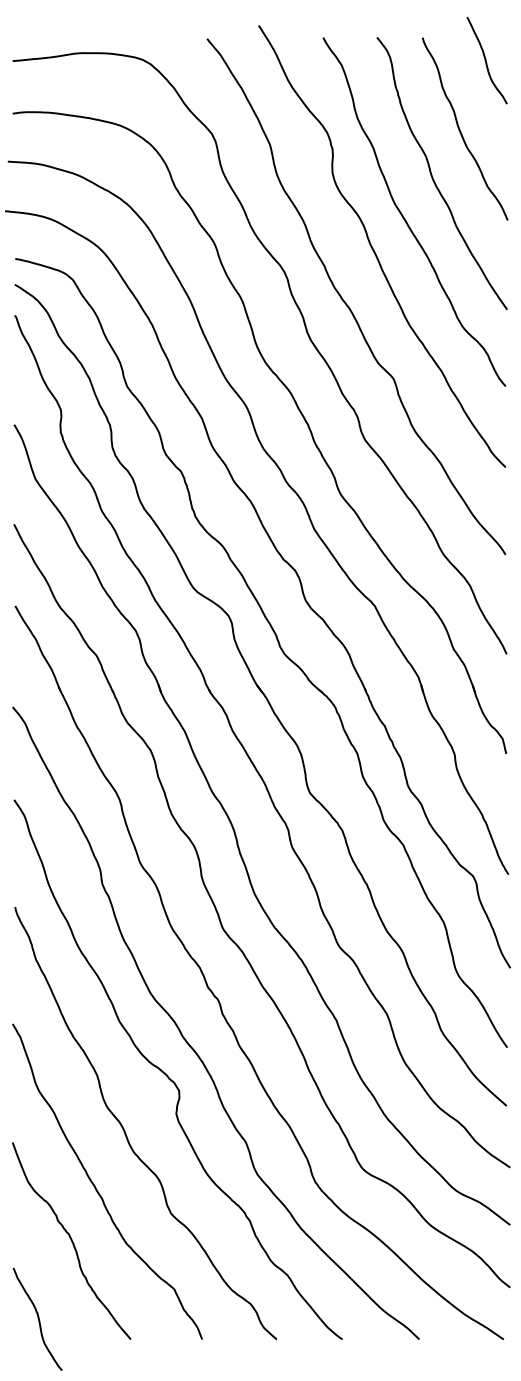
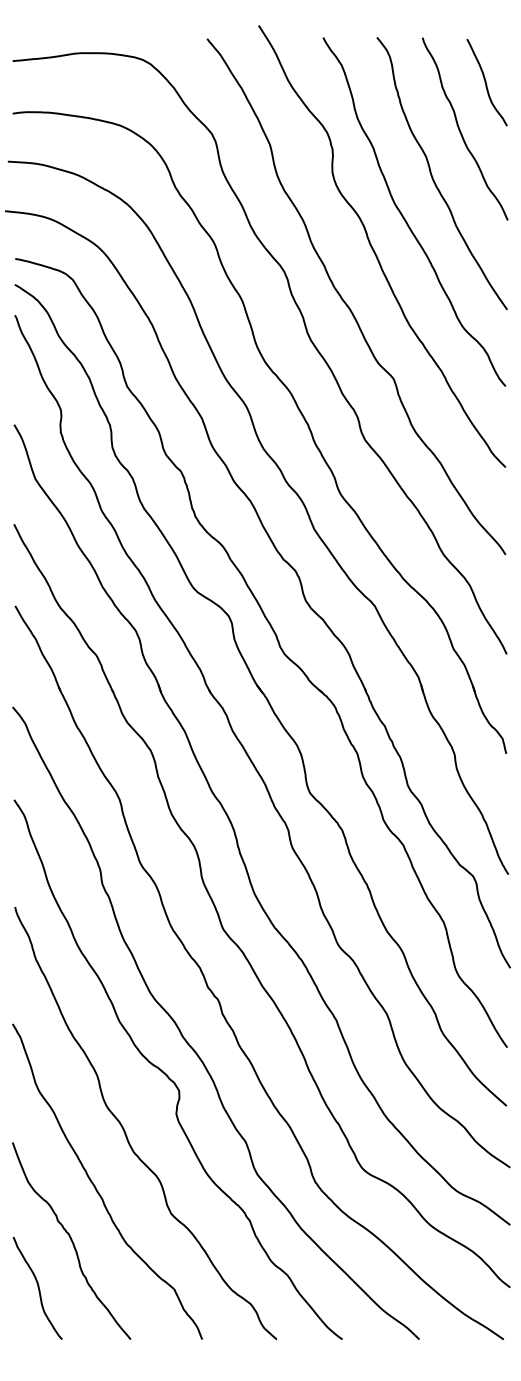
curve at (486, 60) position: (486, 60) -> (486, 82)
curve at (37, 1318) position: (37, 1318) -> (37, 1287)
